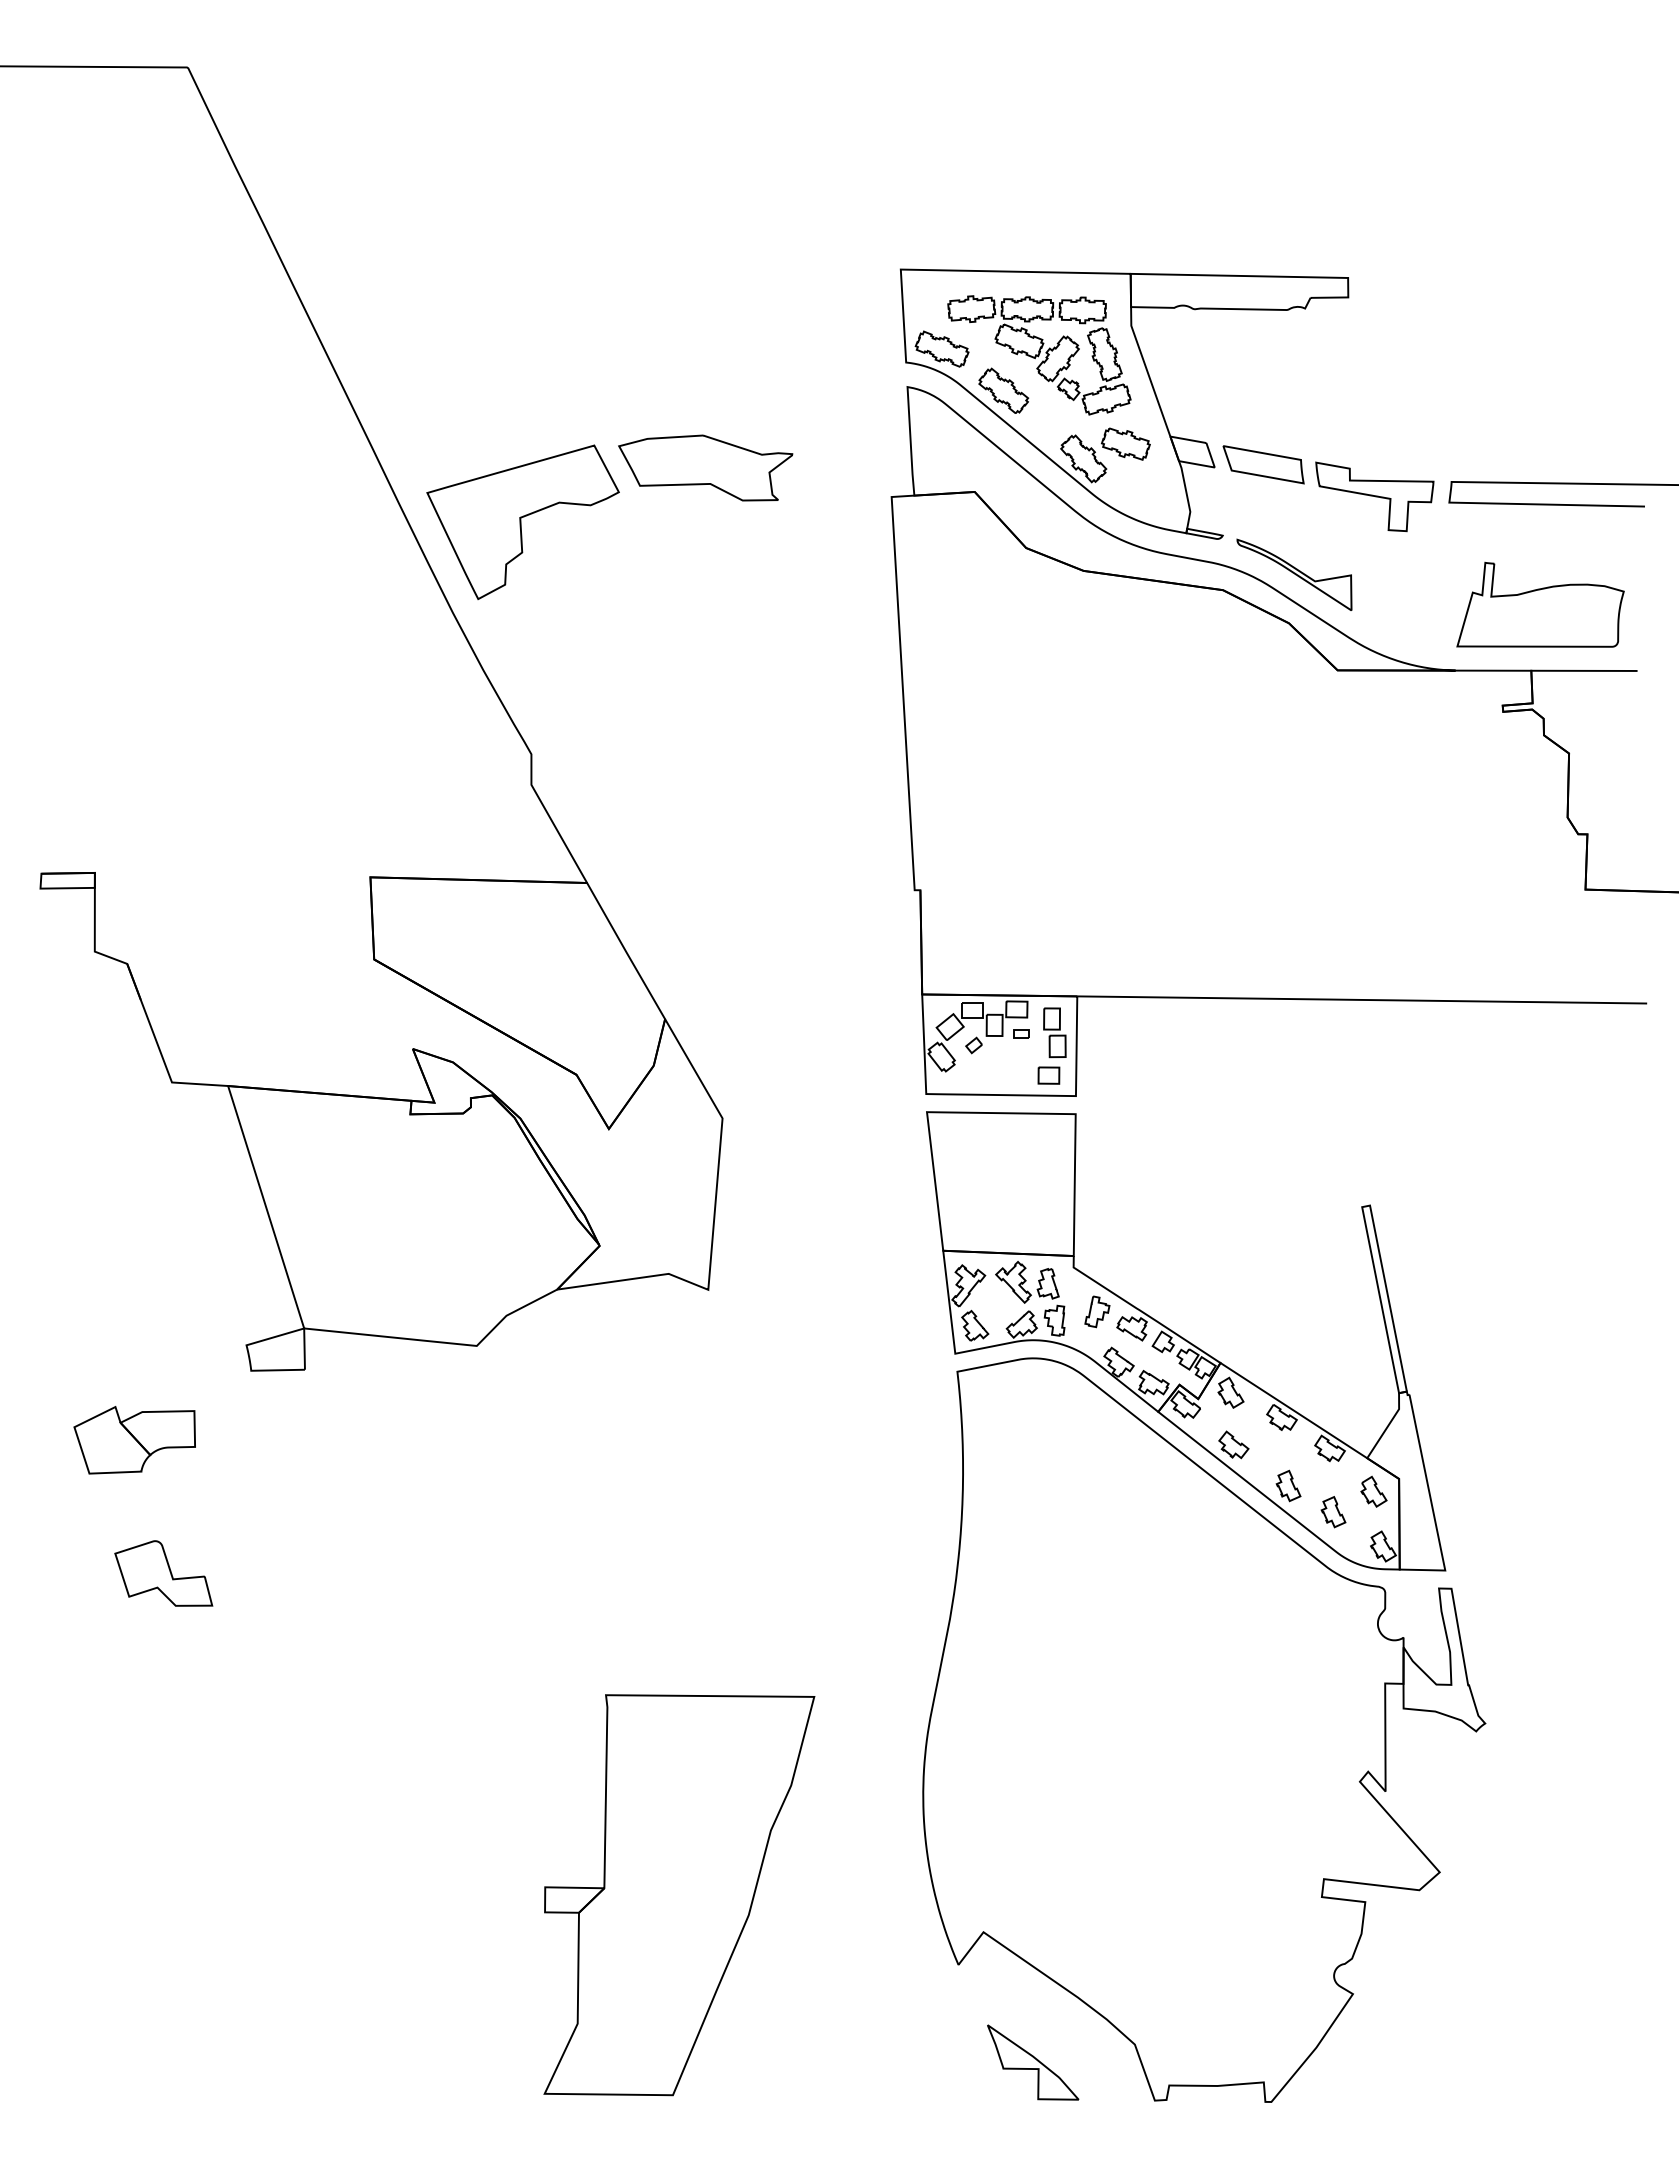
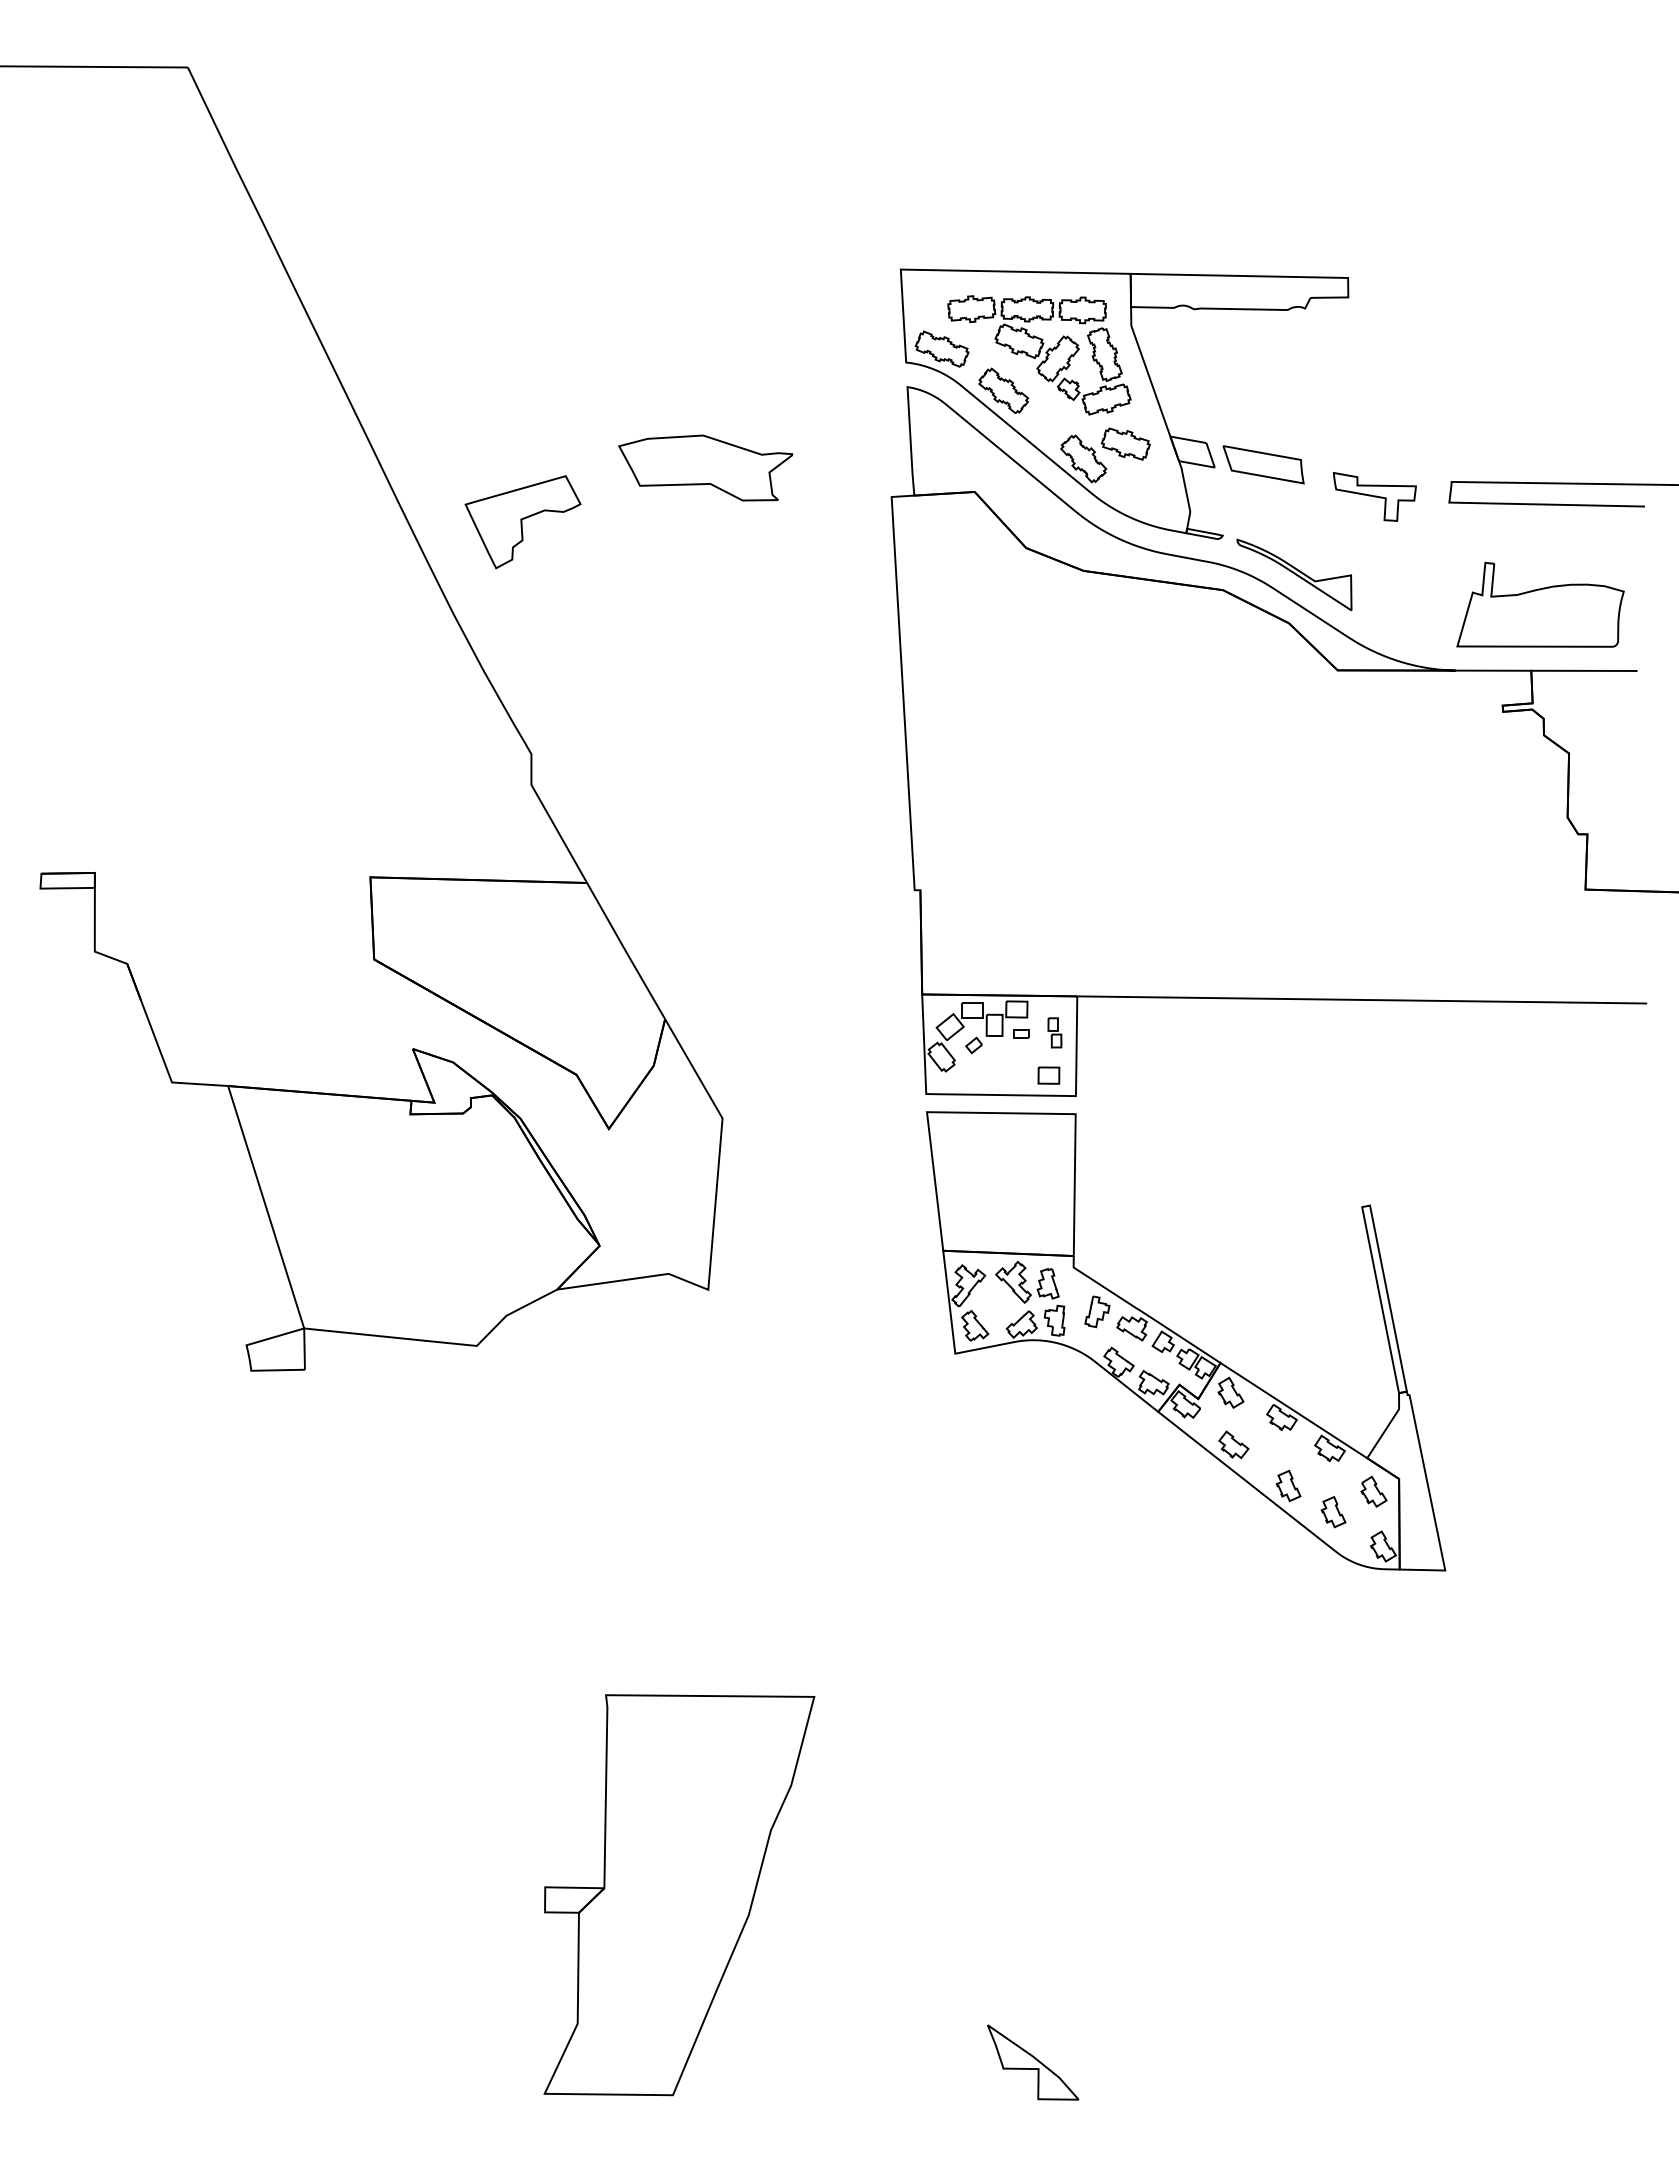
part at (1374, 496) size: 120x72 px -> 84x50 px
part at (522, 521) size: 194x156 px -> 118x95 px
part at (1054, 1032) size: 24x52 px -> 16x32 px
part at (134, 1440): present -> none
part at (163, 1573): present -> none
part at (1204, 1729): present -> none
